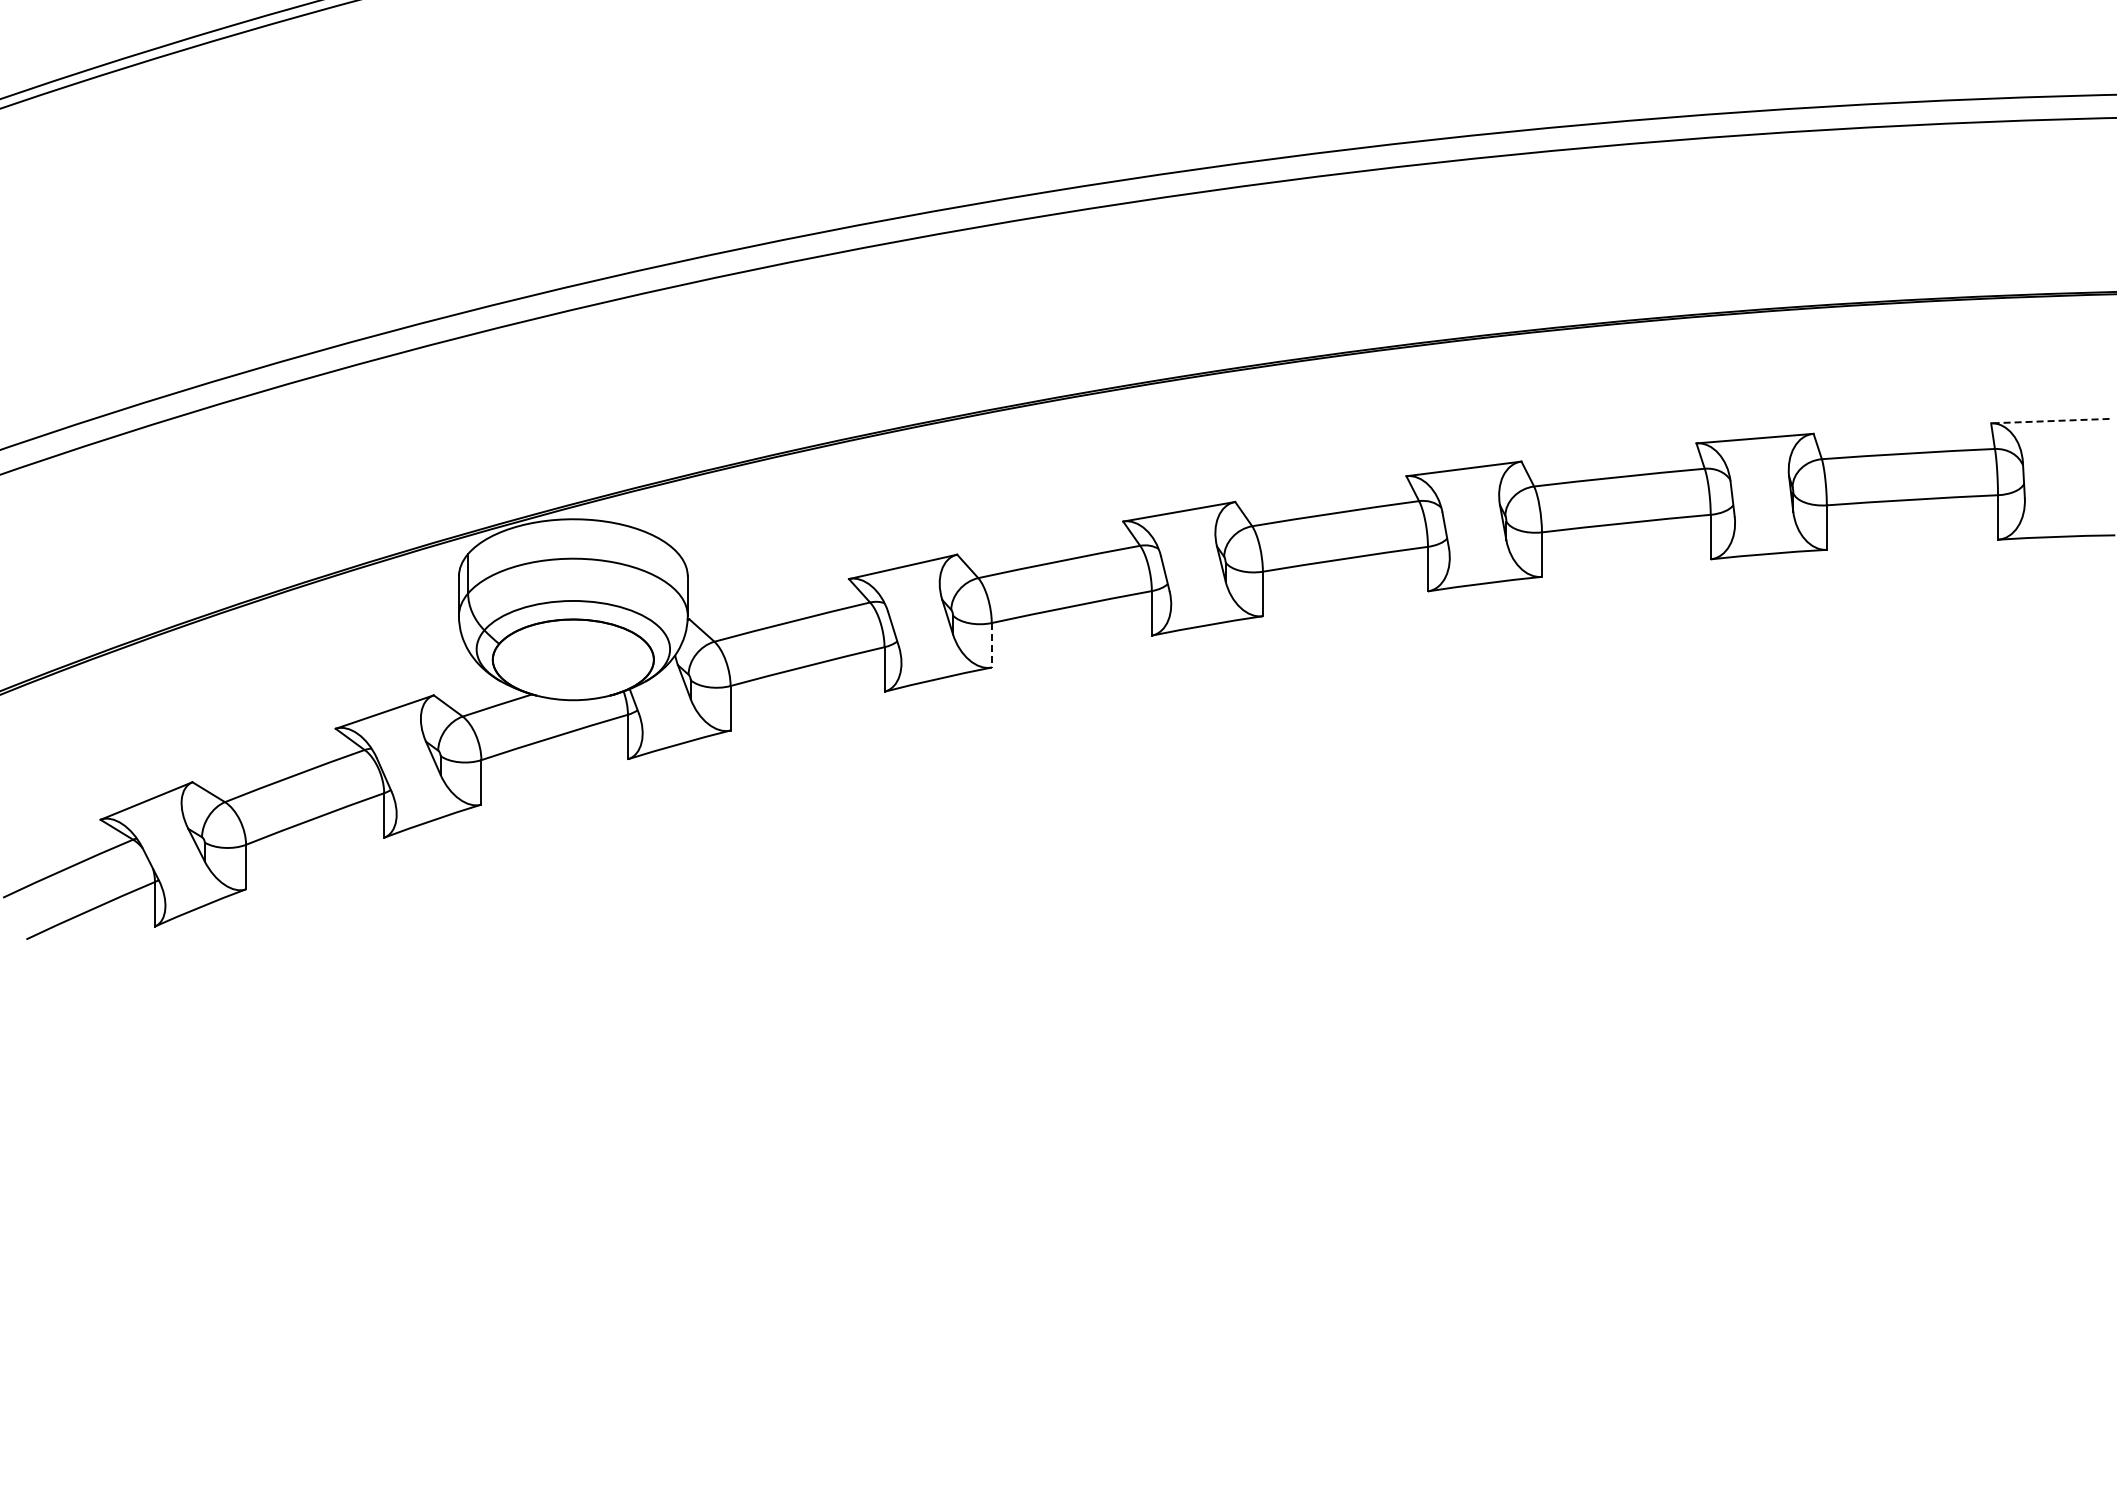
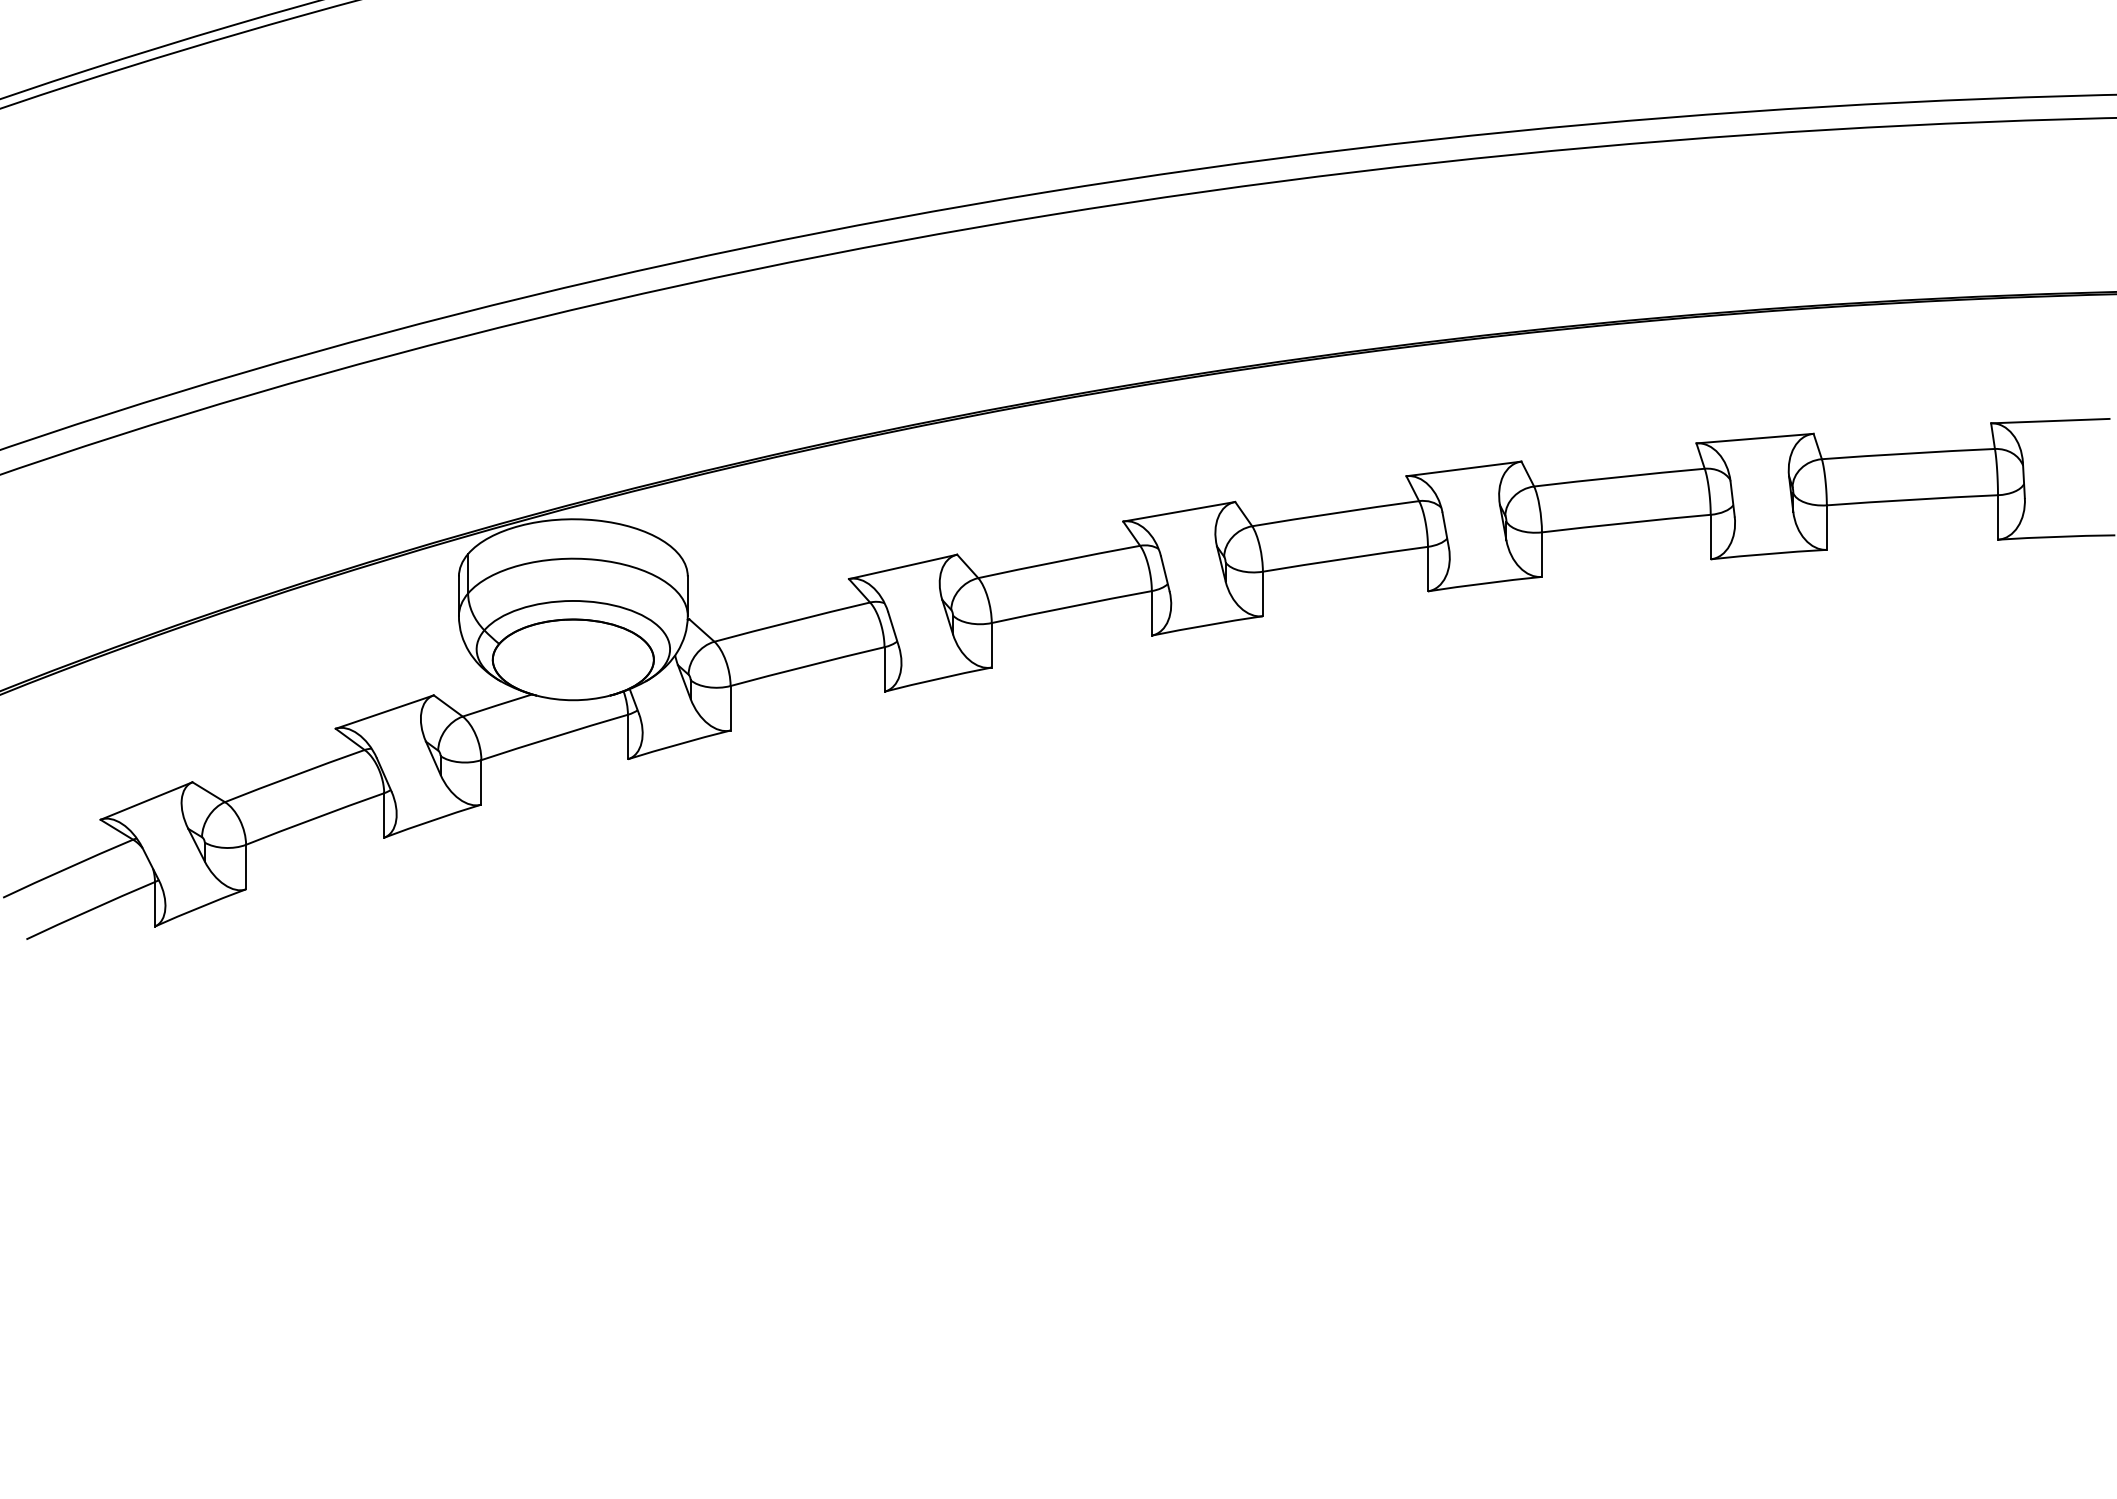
line at (2049, 421): dashed -> solid
line at (991, 645): dashed -> solid
